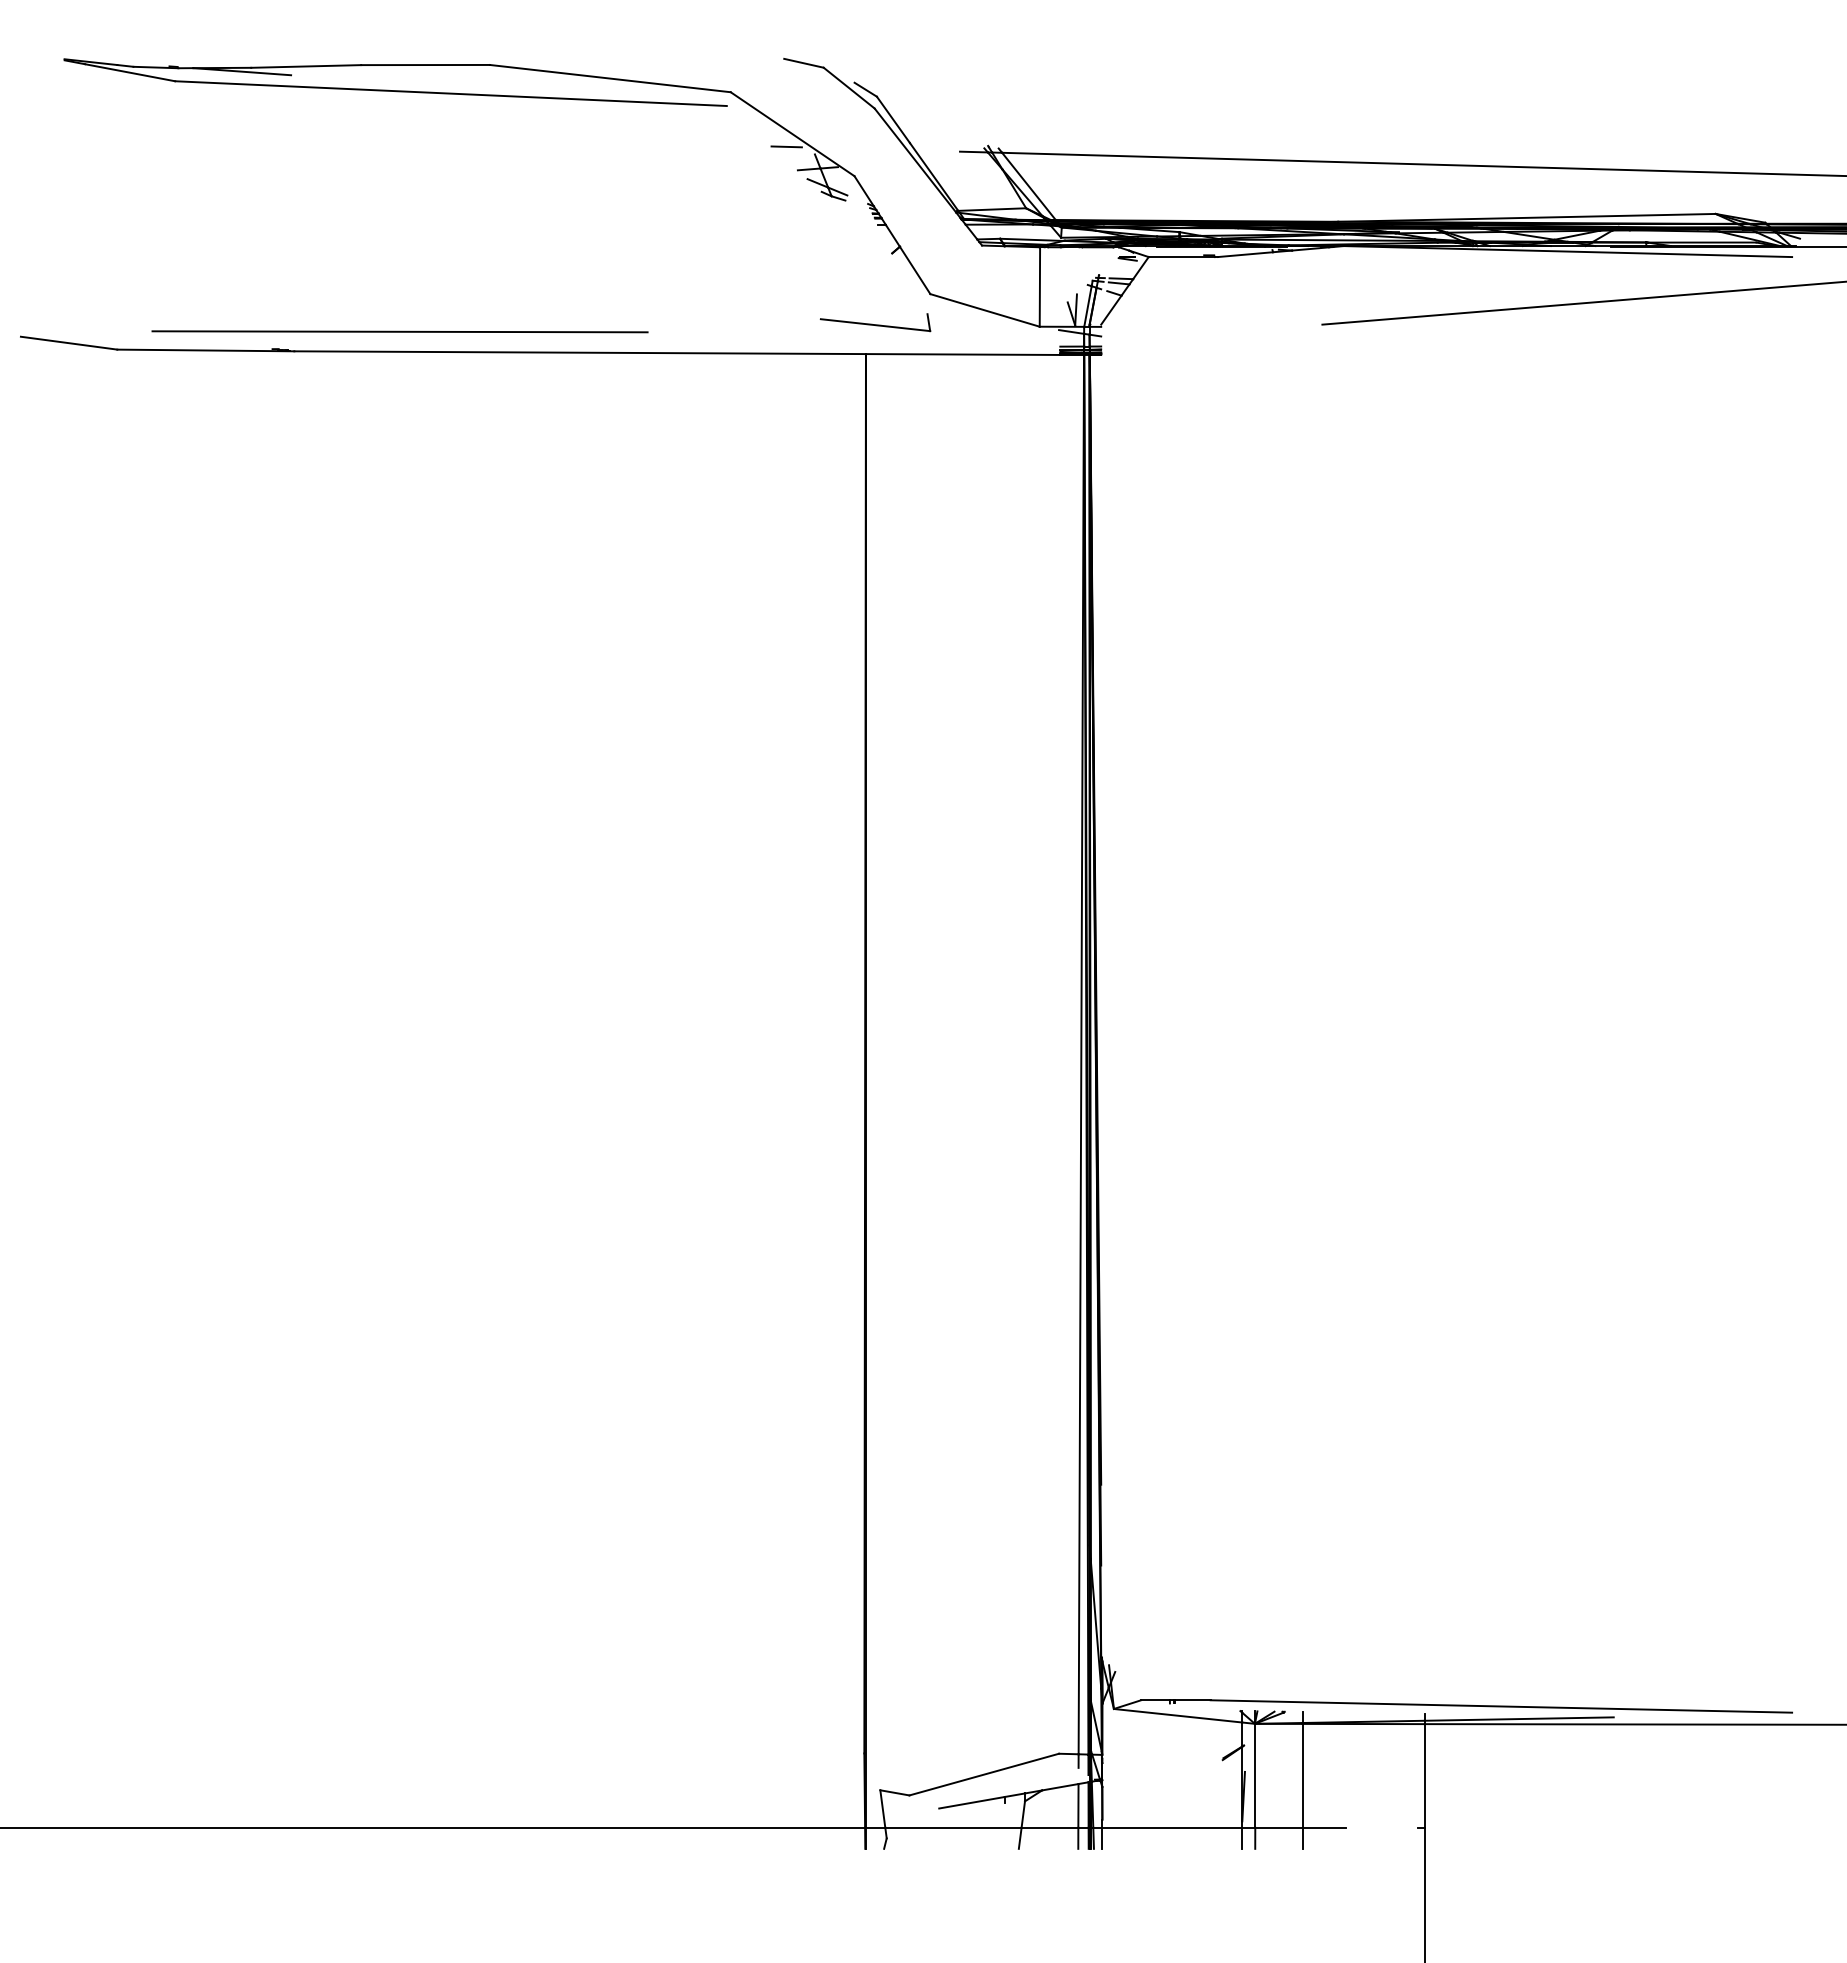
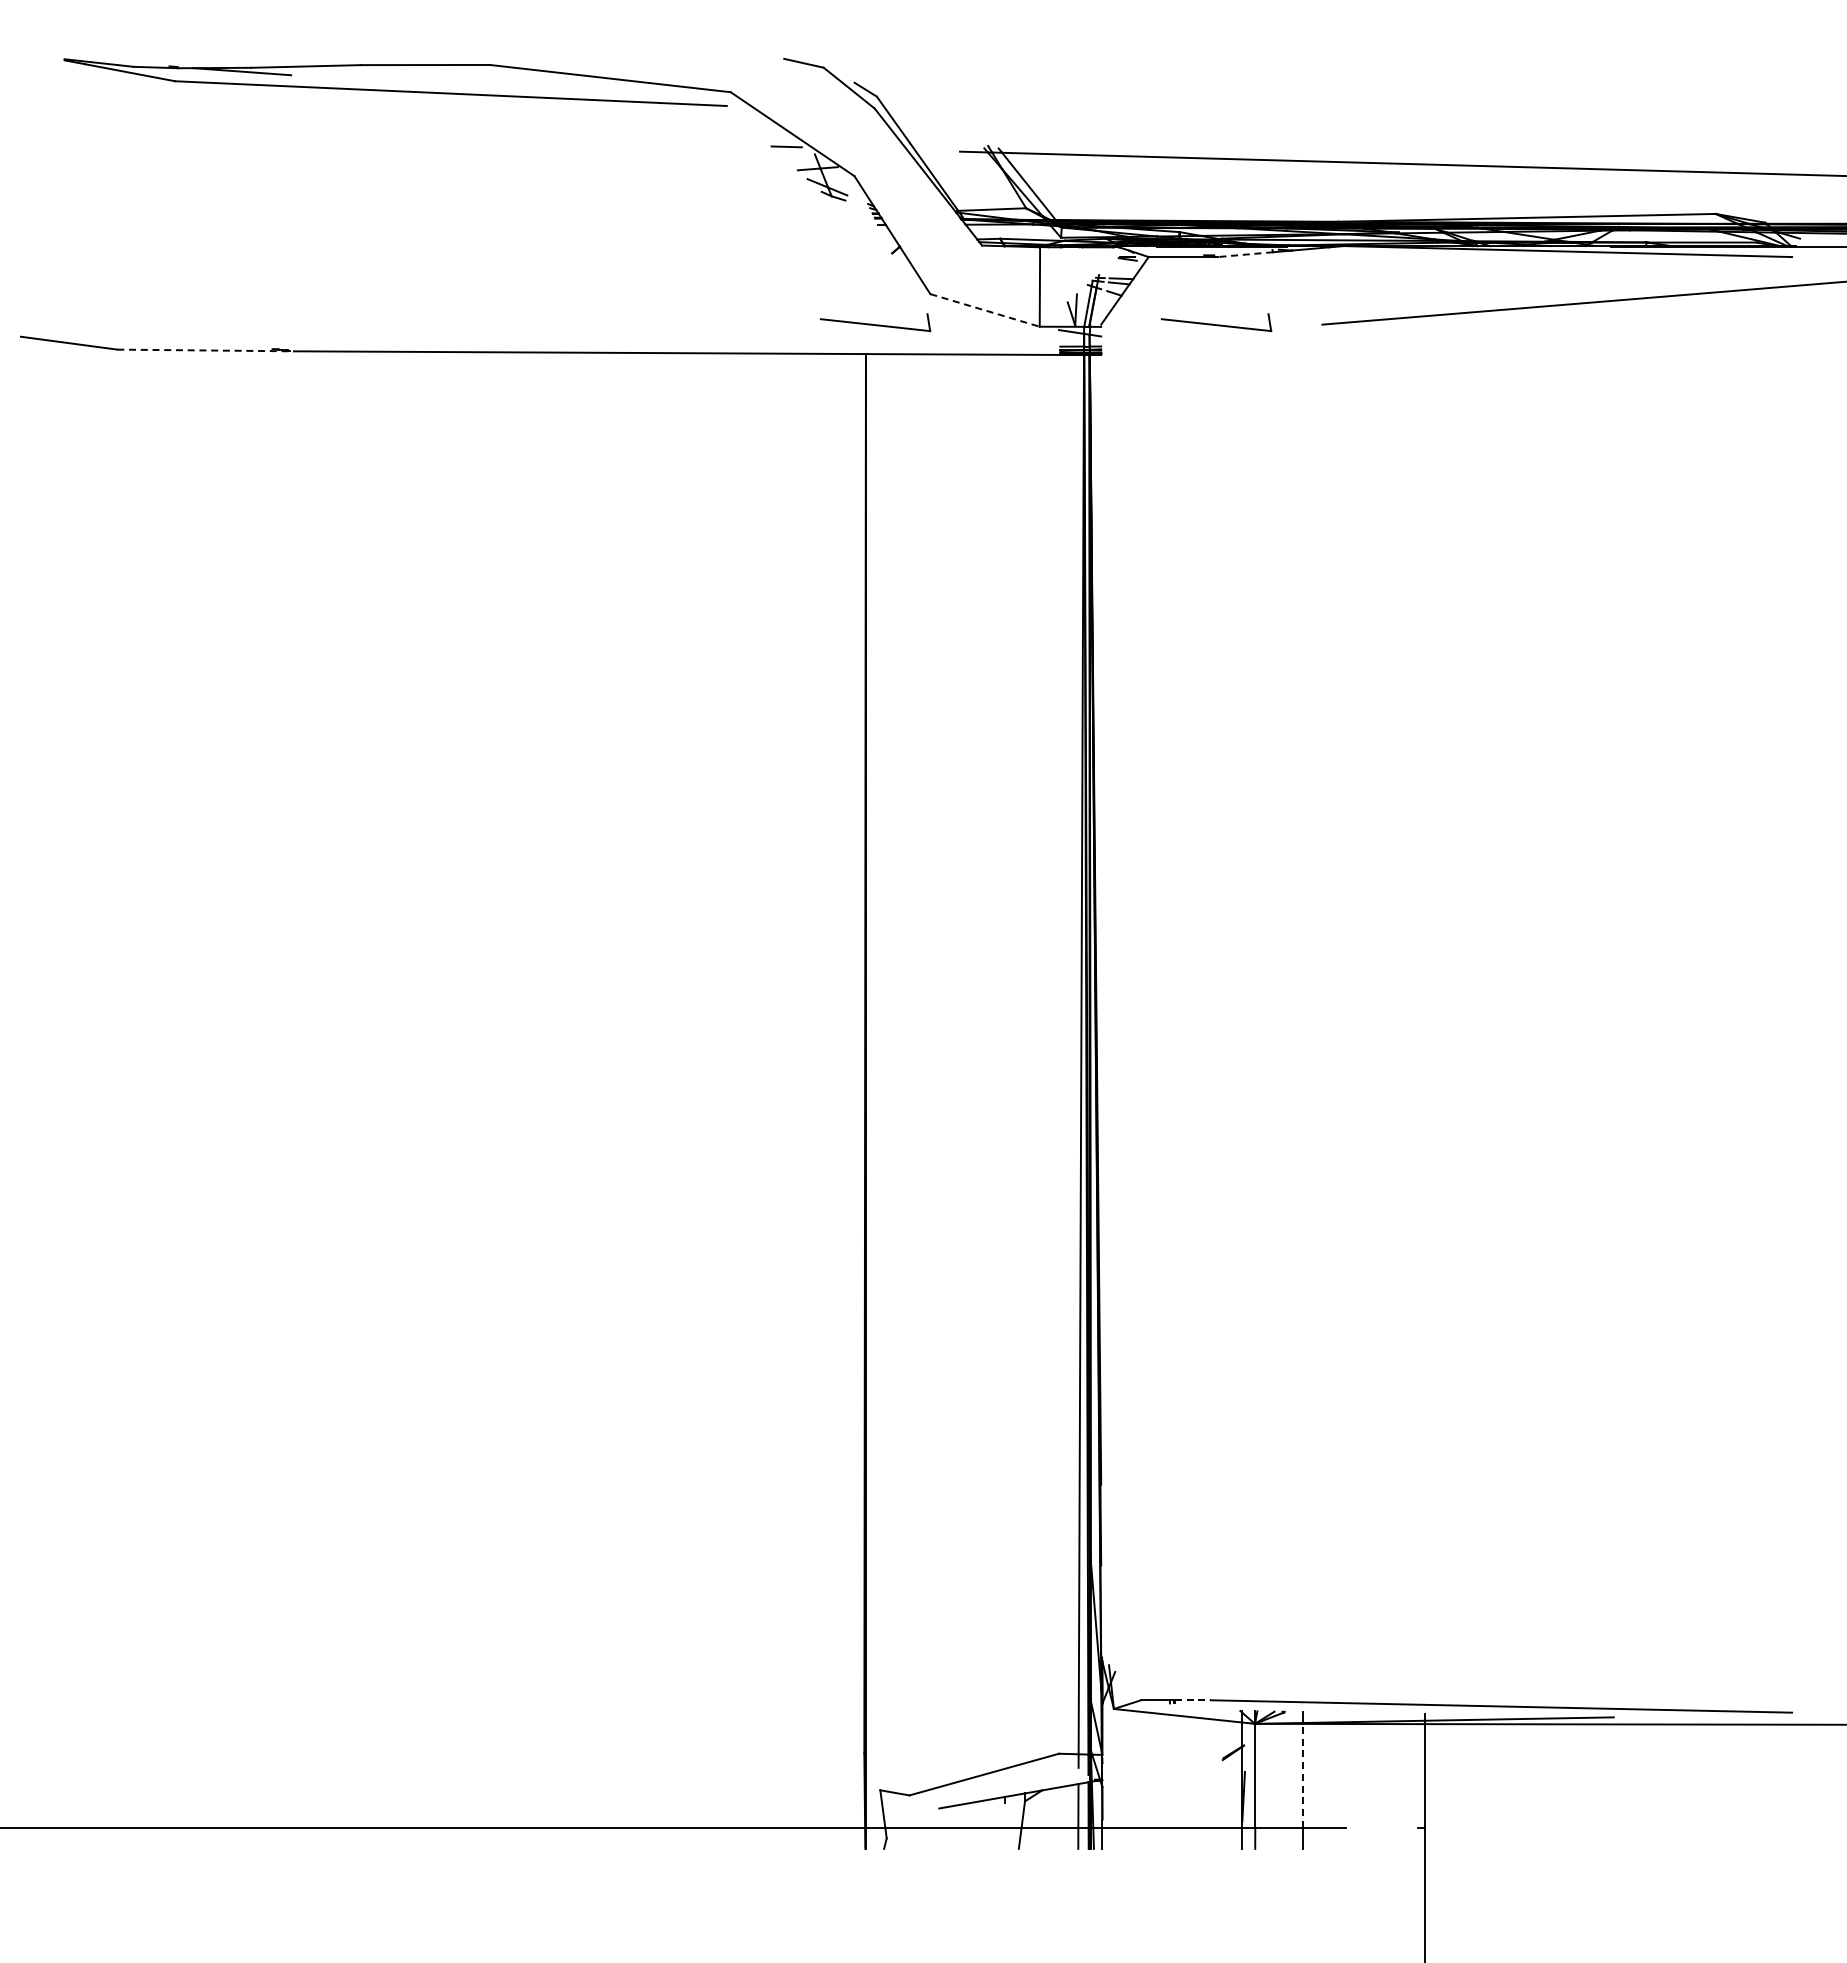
line at (1245, 254): solid -> dashed
line at (985, 310): solid -> dashed
part at (1216, 322): none -> present
line at (399, 331): present -> none
line at (205, 350): solid -> dashed
line at (1192, 1700): solid -> dashed
line at (1302, 1775): solid -> dashed
